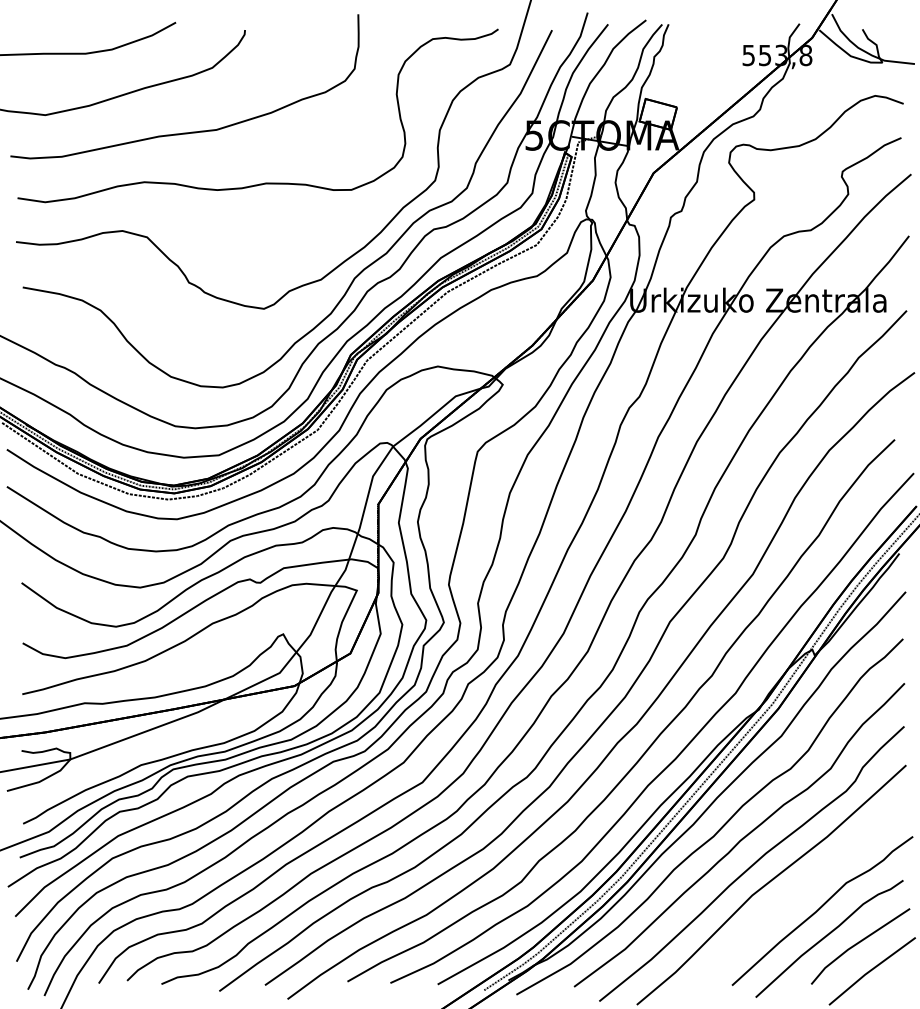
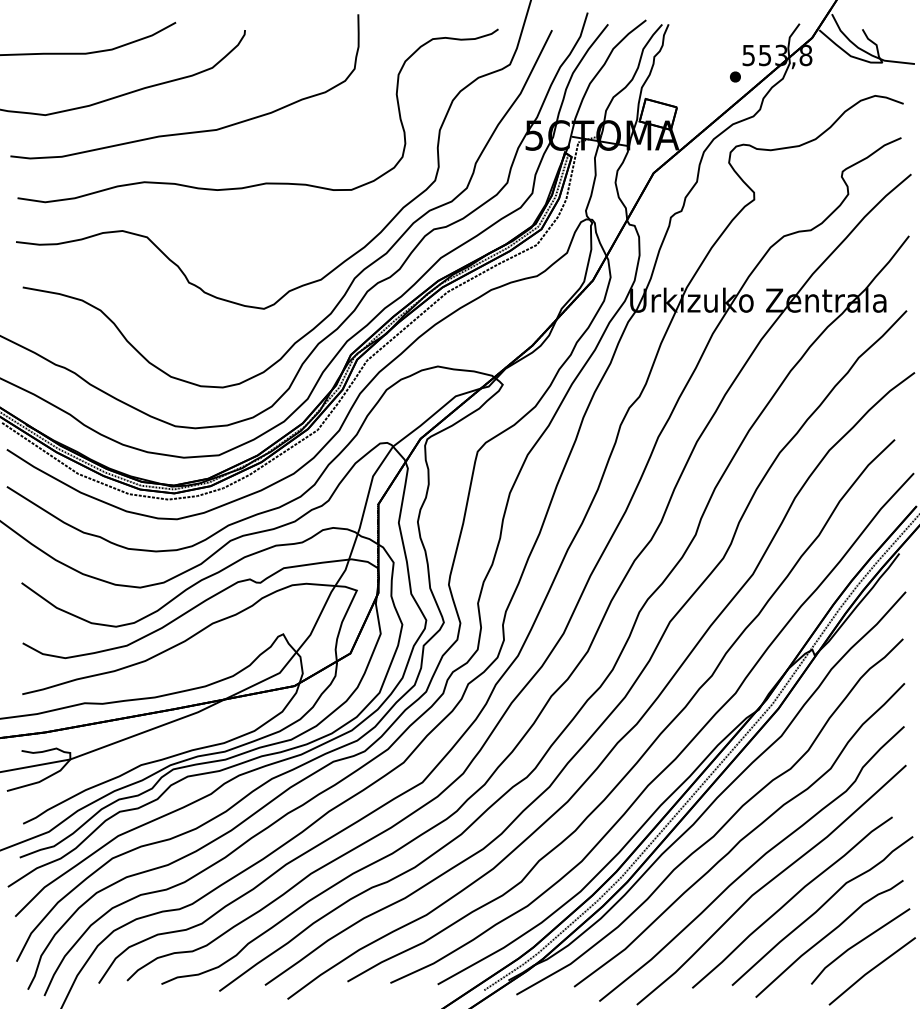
part at (735, 76): none -> present
curve at (791, 900): none -> present
